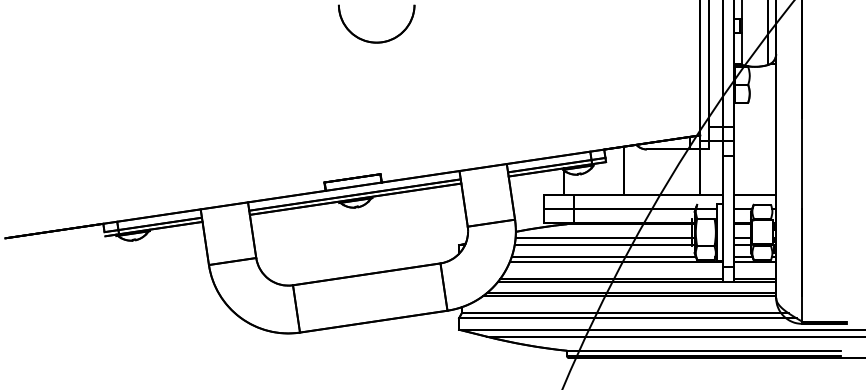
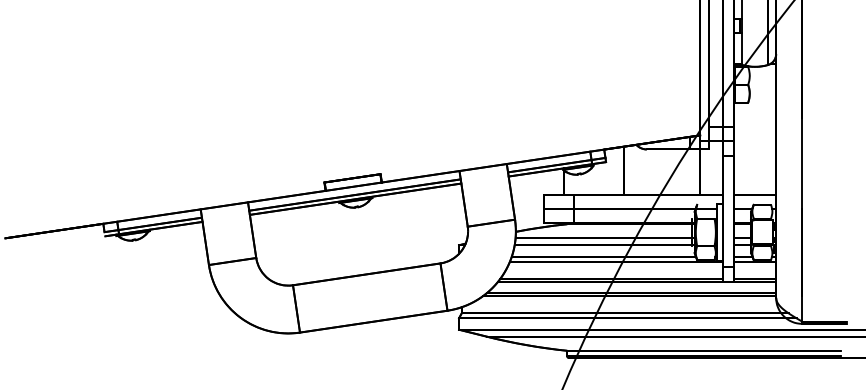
part at (376, 41): present -> none
